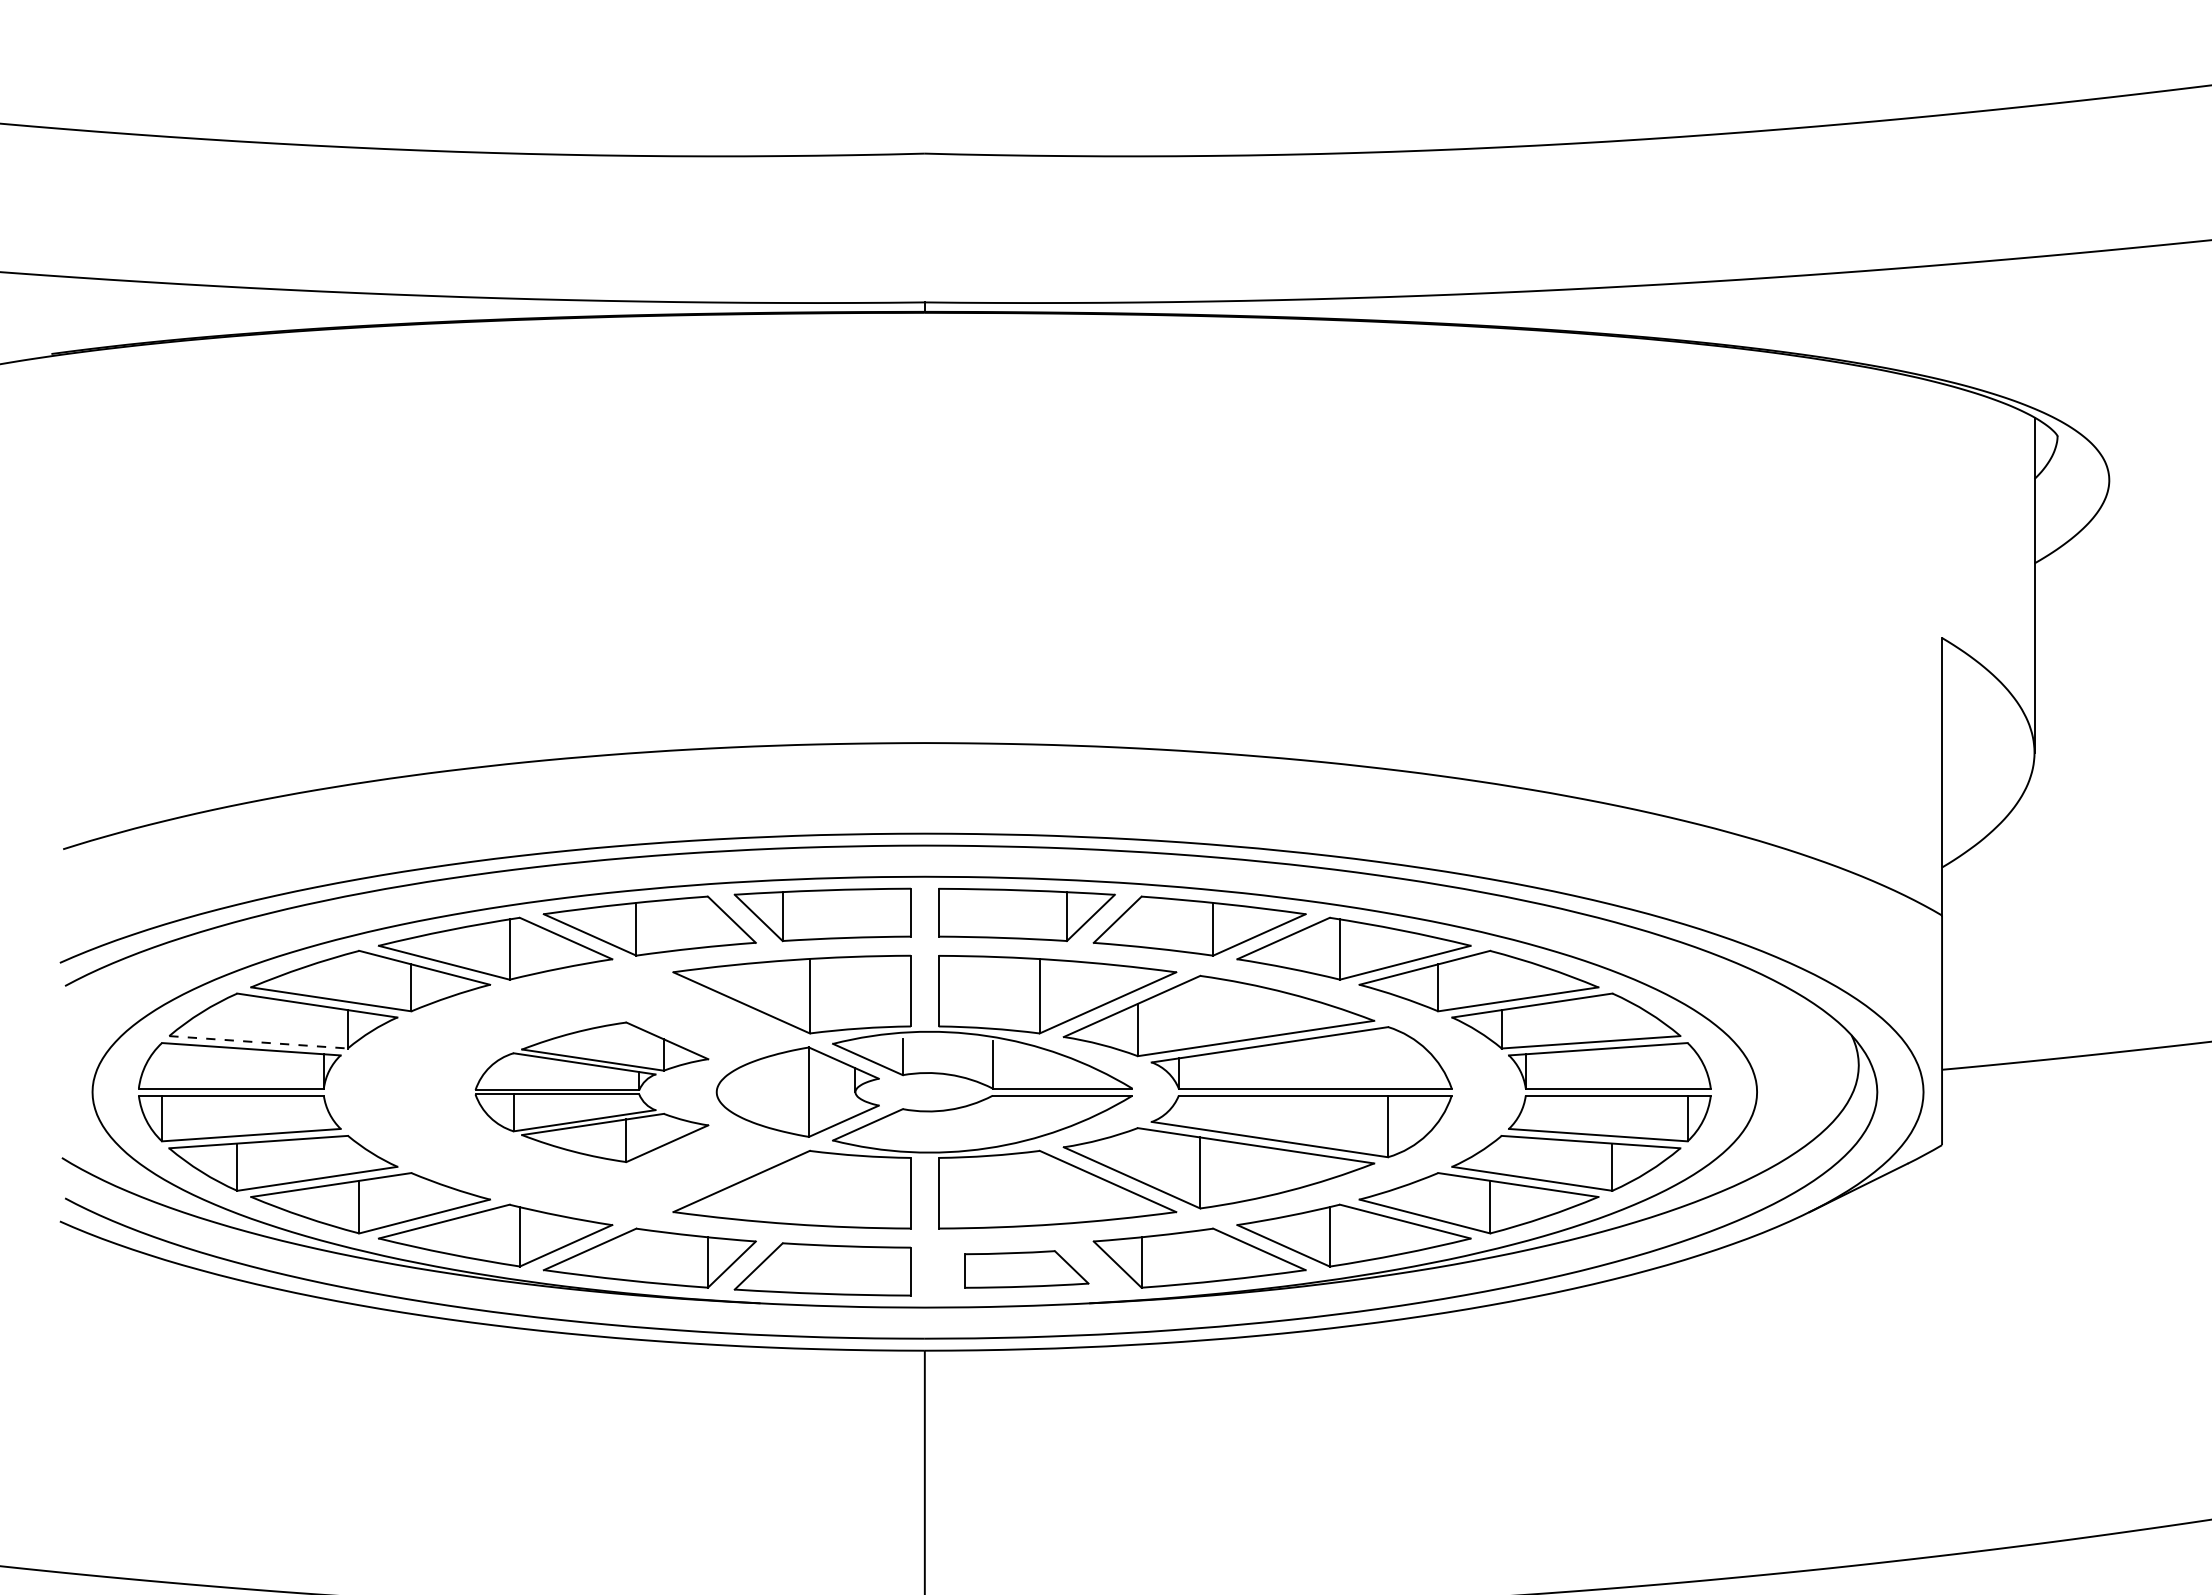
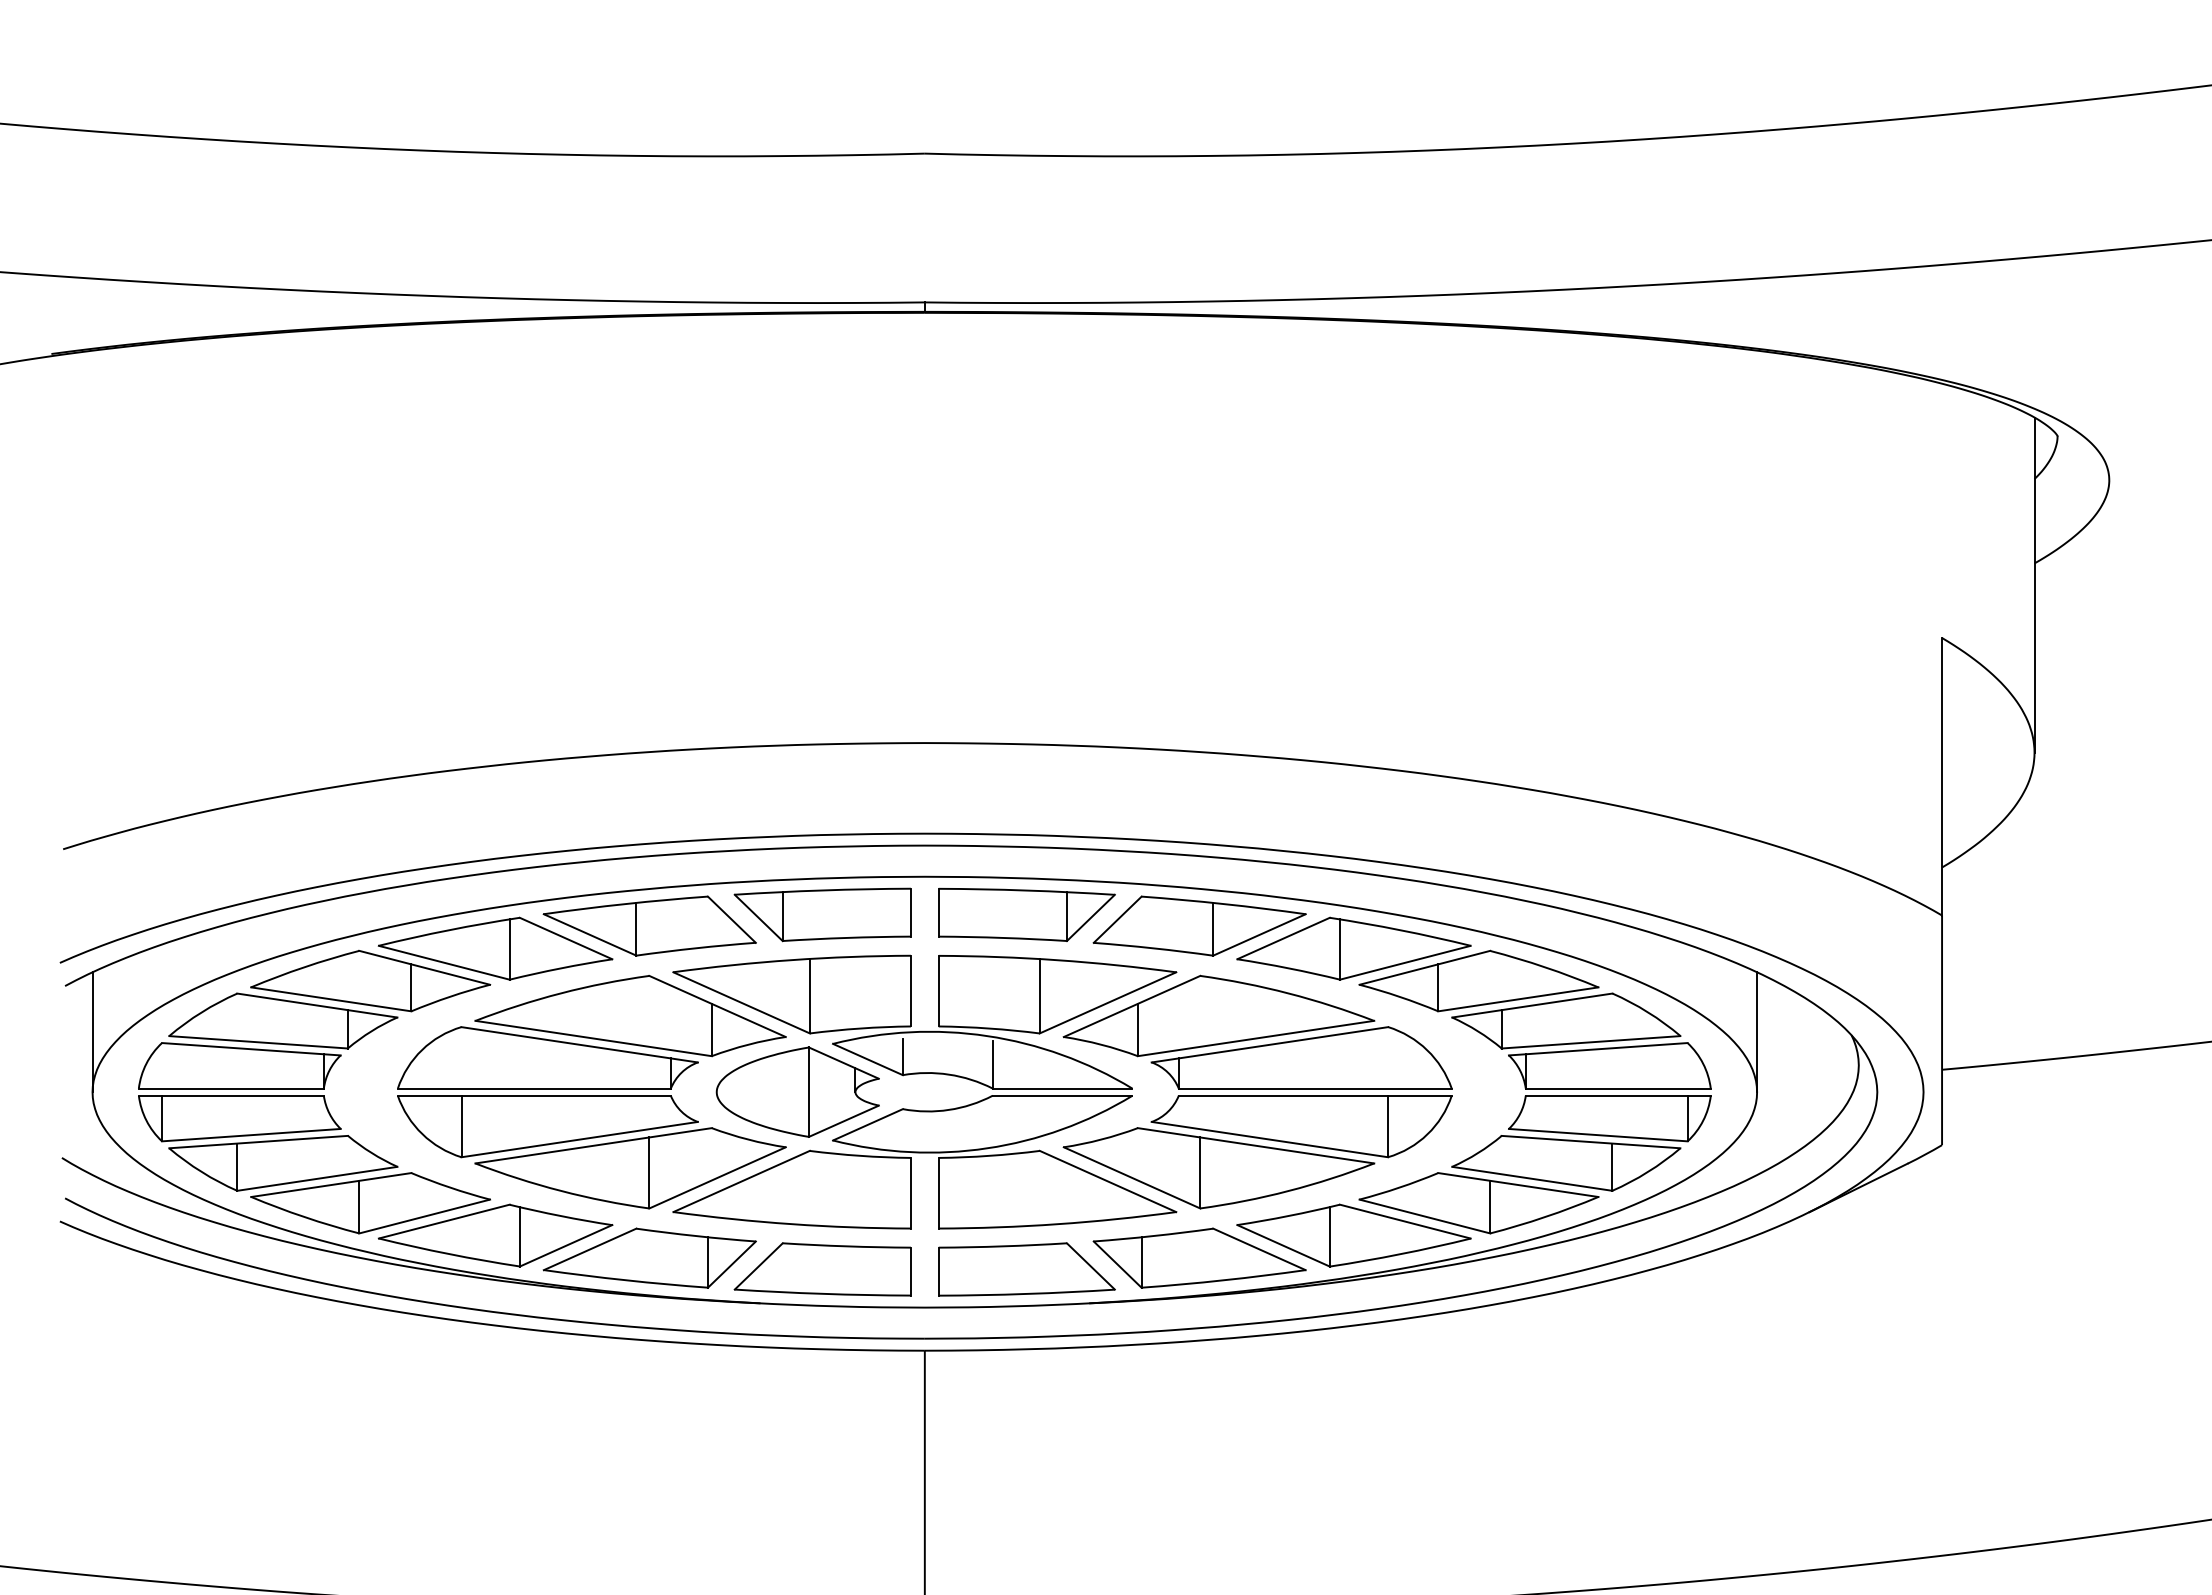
line at (92, 1032): none -> present
line at (1757, 1032): none -> present
line at (258, 1042): dashed -> solid
part at (591, 1092) size: 236x143 px -> 390x235 px
part at (1026, 1269) size: 126x39 px -> 178x55 px
